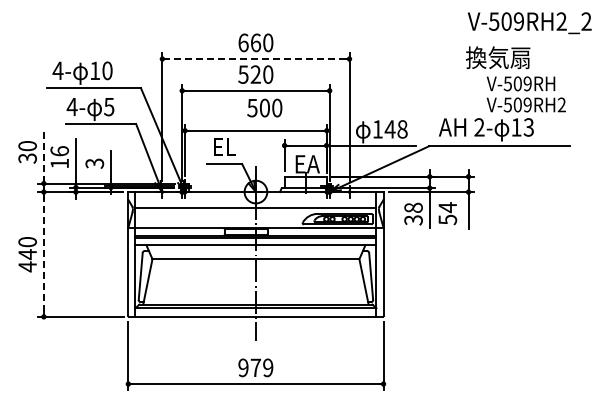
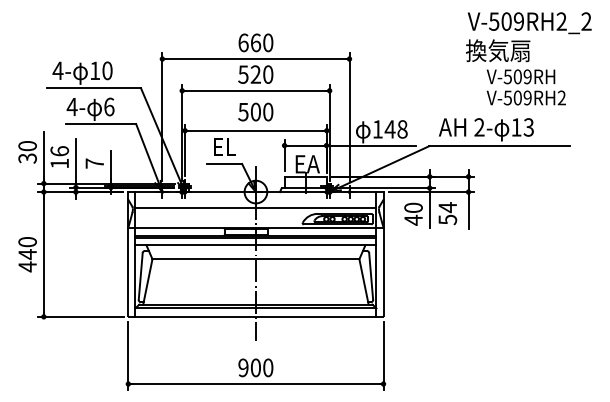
line at (255, 59): dashed -> solid
text at (515, 79) position: (515, 79) -> (515, 72)
text at (109, 106): 5 -> 6
text at (264, 107) position: (264, 107) -> (255, 111)
line at (43, 157): dashed -> solid
text at (94, 163): 3 -> 7
text at (413, 213): 38 -> 40
line at (43, 254): dashed -> solid
text at (261, 367): 979 -> 900
